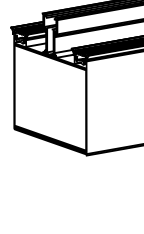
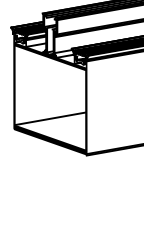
line at (50, 118): none -> present
